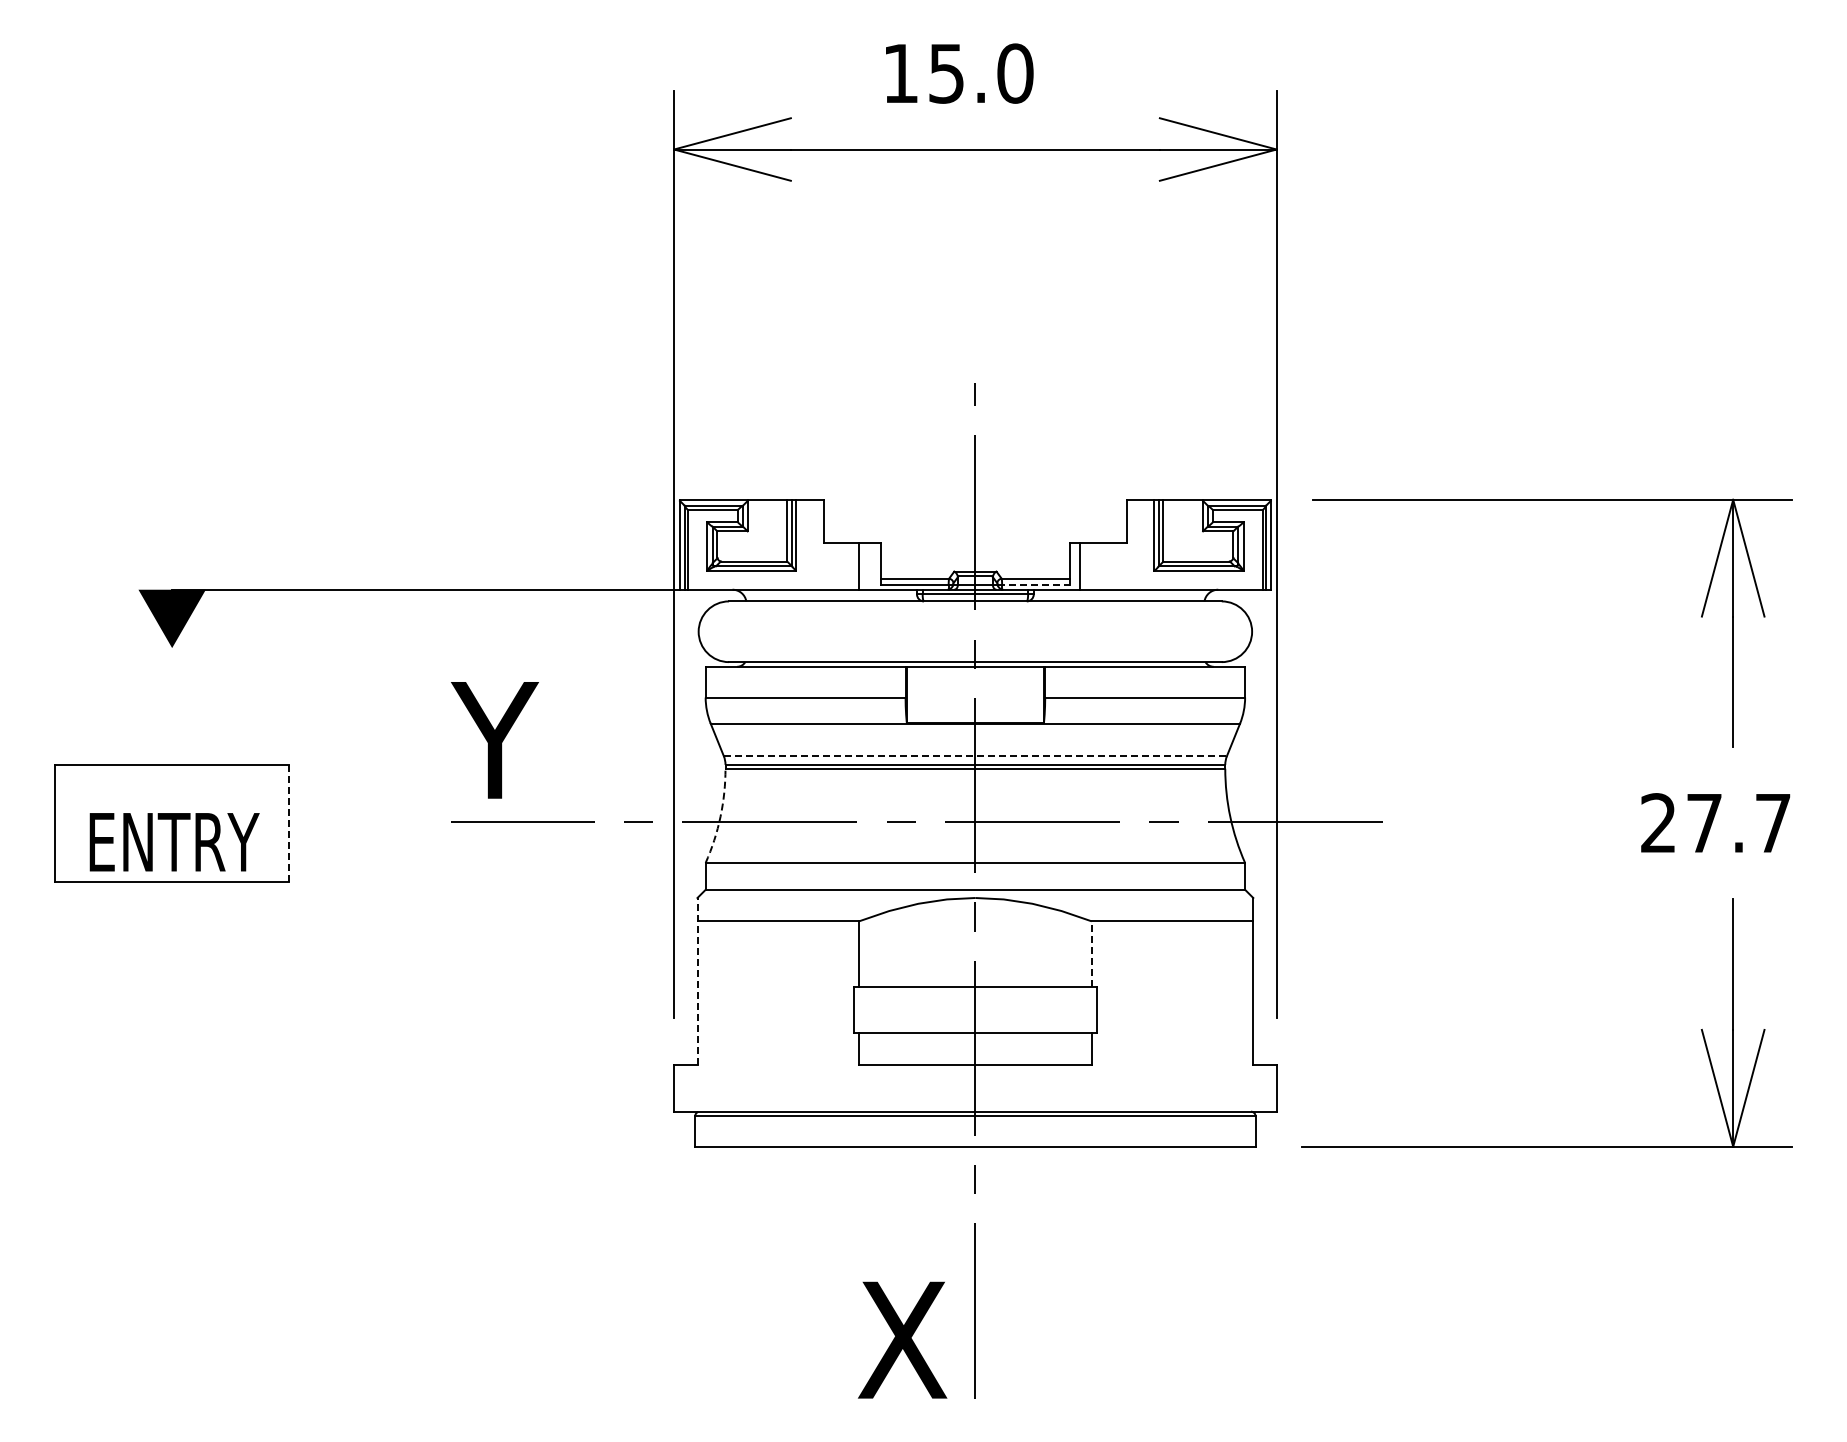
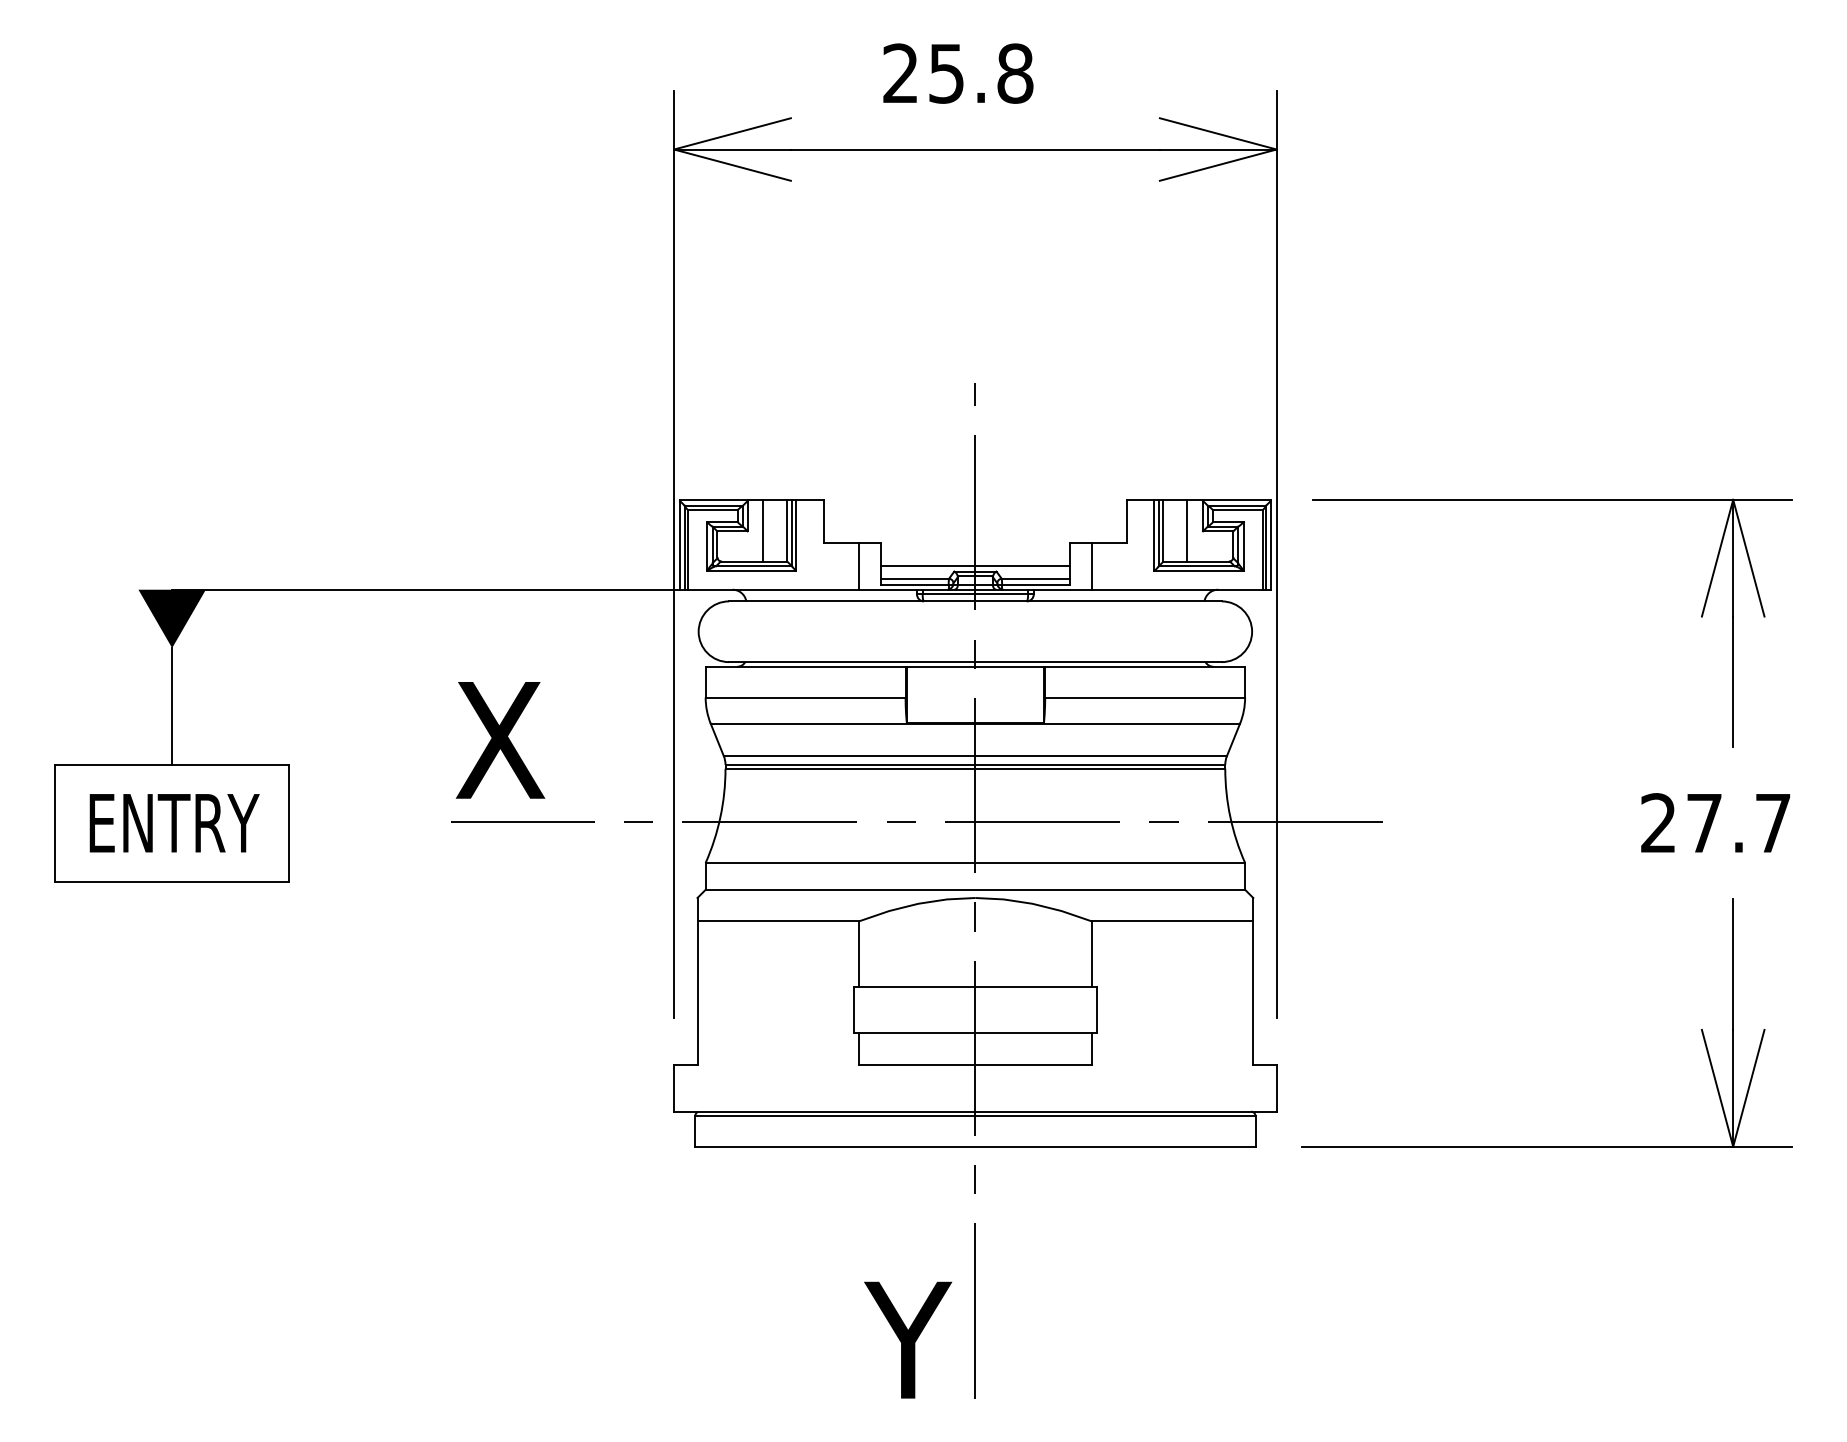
text at (958, 73): 15.0 -> 25.8
line at (763, 530): none -> present
line at (1187, 530): none -> present
line at (974, 566): none -> present
line at (1080, 566) position: (1080, 566) -> (1092, 566)
line at (1034, 585): dashed -> solid
line at (172, 706): none -> present
text at (498, 740): Y -> X
line at (975, 756): dashed -> solid
arc at (720, 816): dashed -> solid
line at (288, 823): dashed -> solid
text at (174, 842) position: (174, 842) -> (174, 823)
line at (1091, 954): dashed -> solid
line at (697, 980): dashed -> solid
text at (904, 1339): X -> Y
